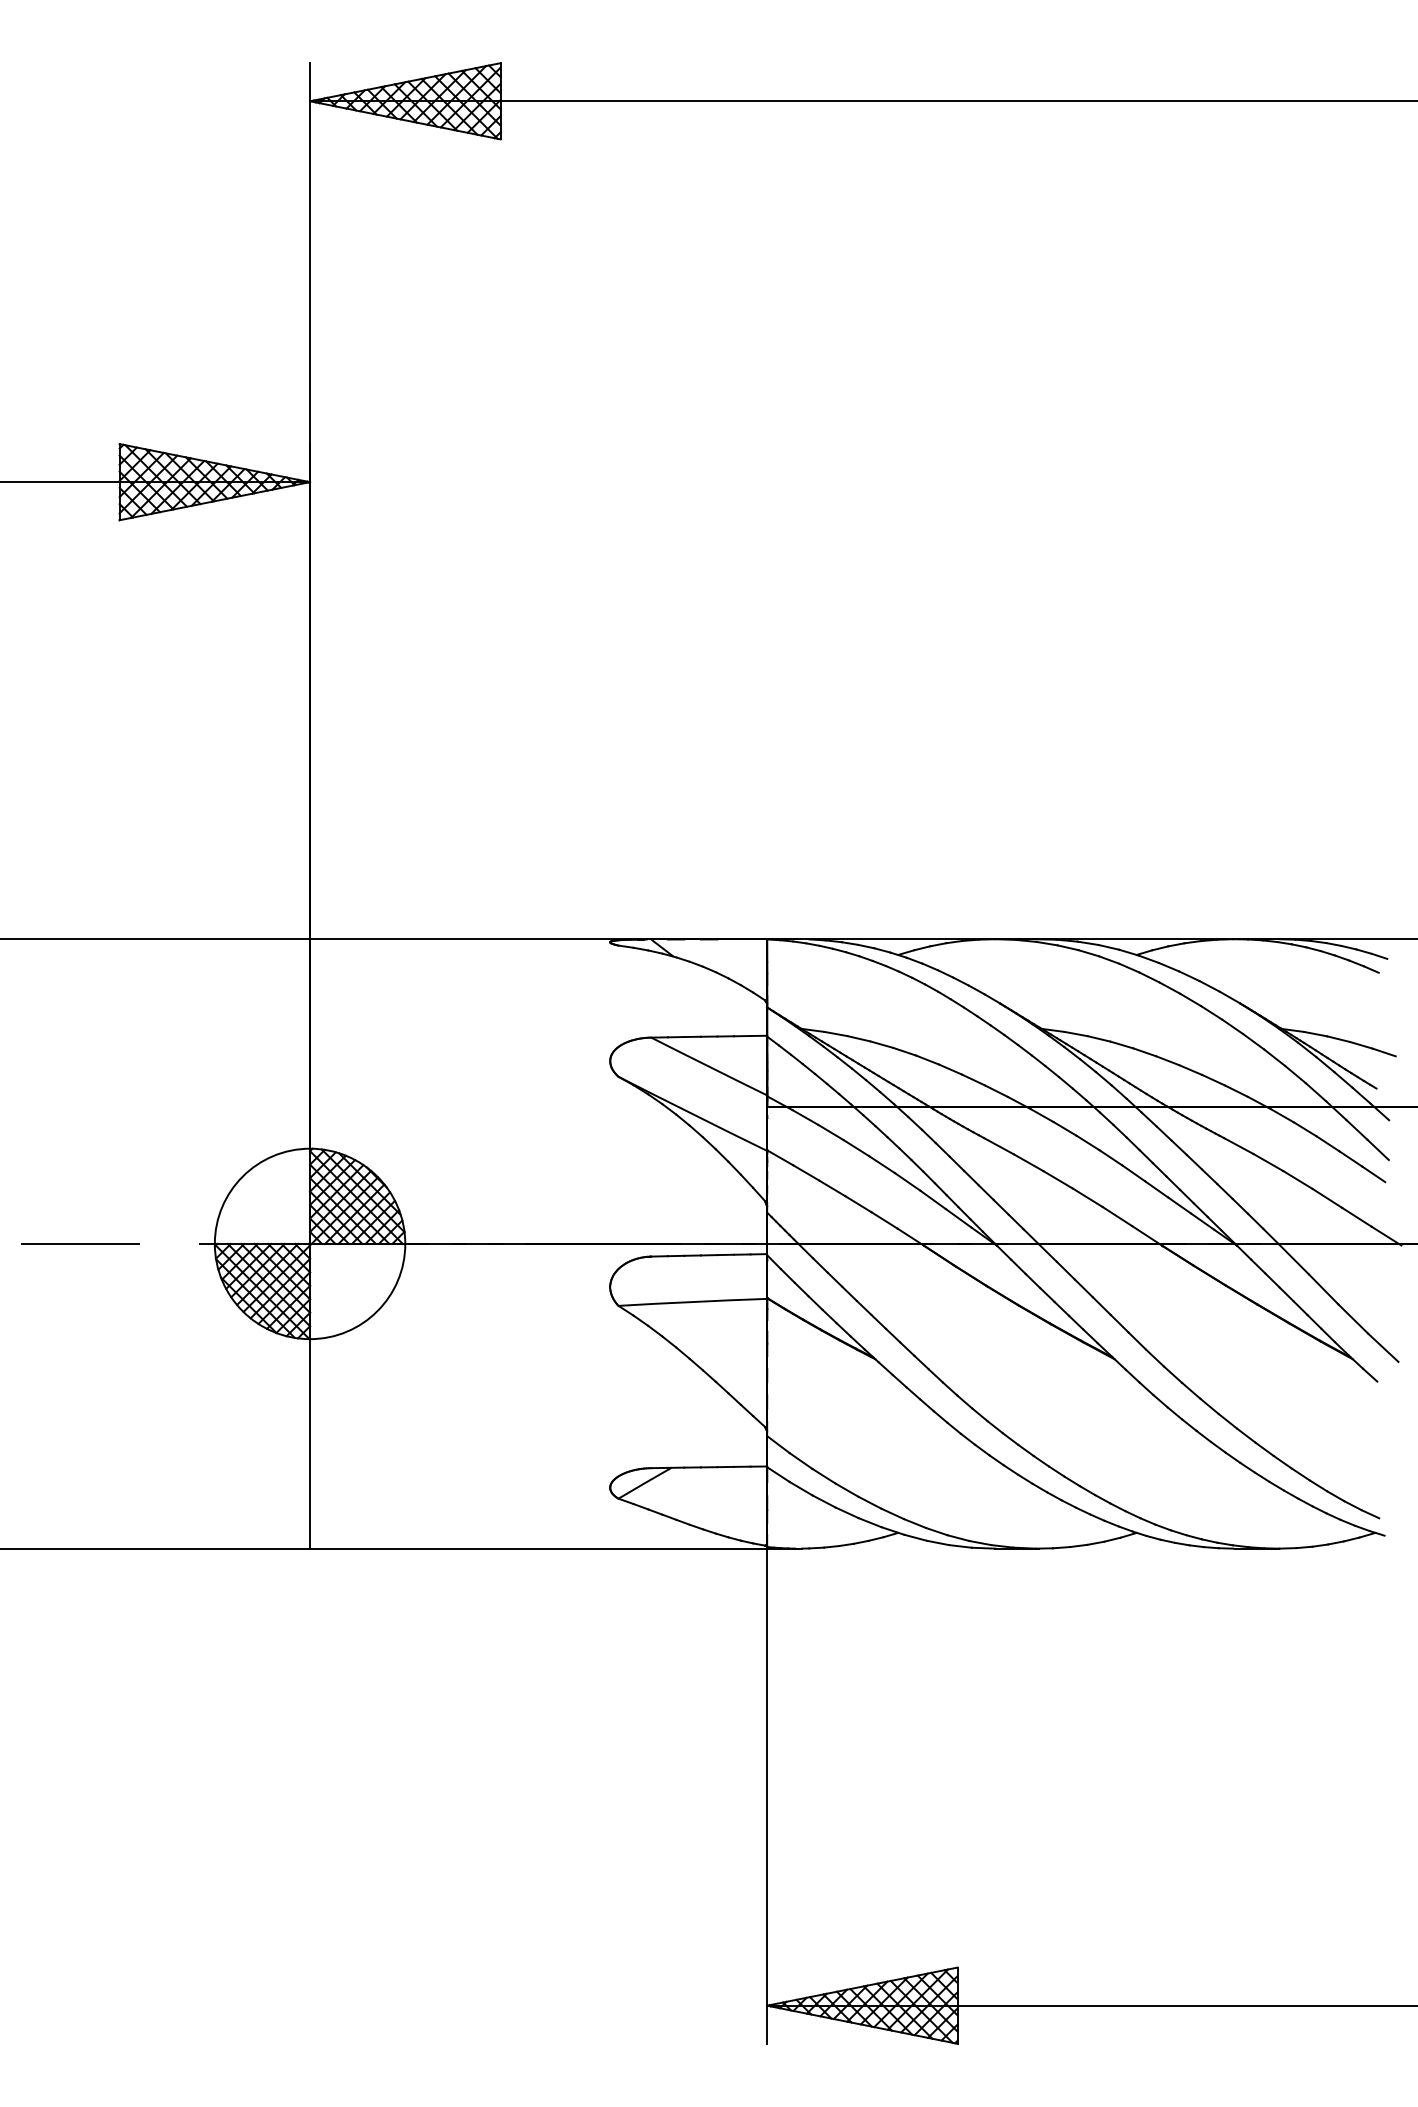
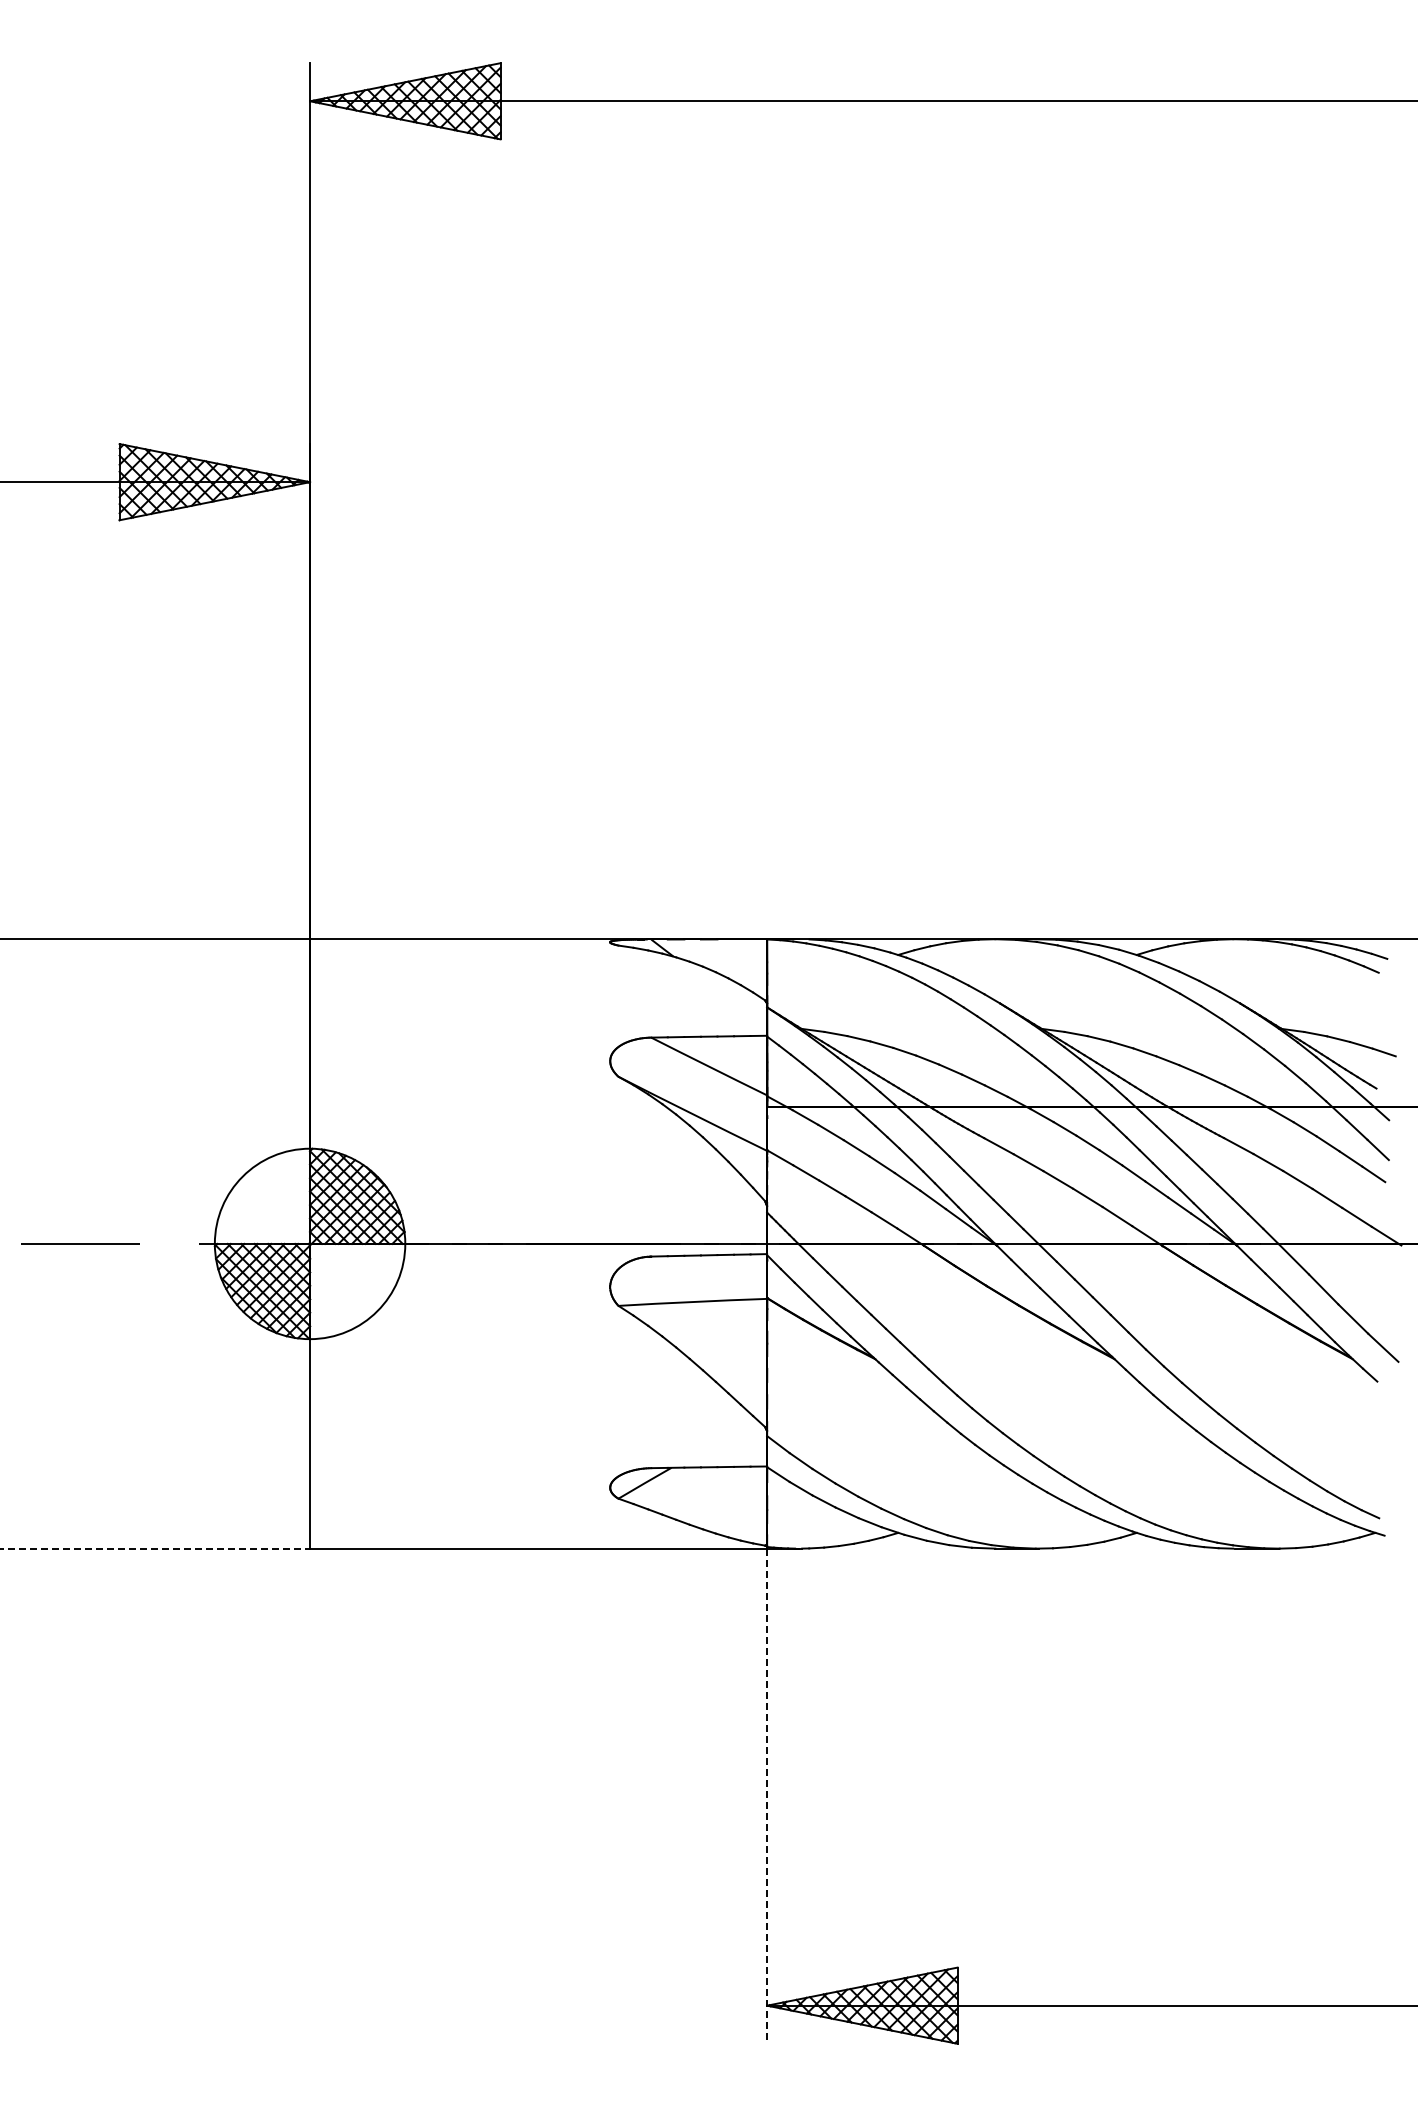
line at (155, 1548): solid -> dashed
line at (767, 1796): solid -> dashed
